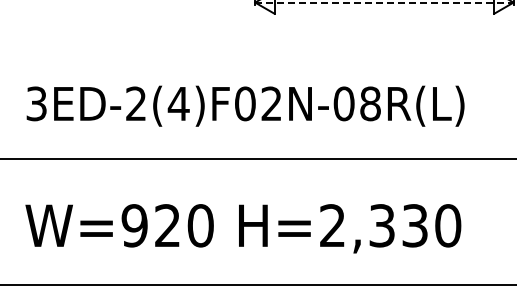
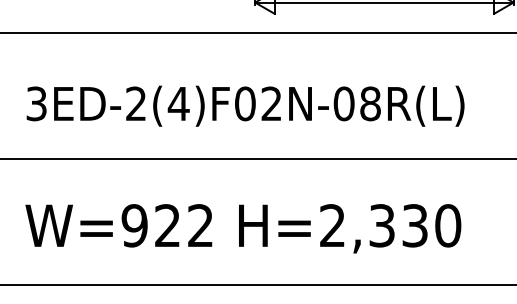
line at (384, 2): dashed -> solid
line at (257, 33): none -> present
text at (200, 225): W=920 -> W=922
